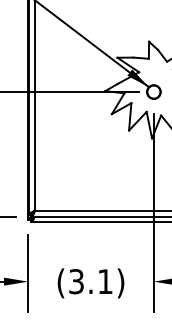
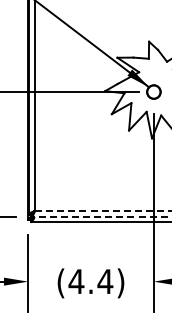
line at (104, 210): solid -> dashed
line at (101, 217): solid -> dashed
text at (90, 281): (3.1) -> (4.4)
